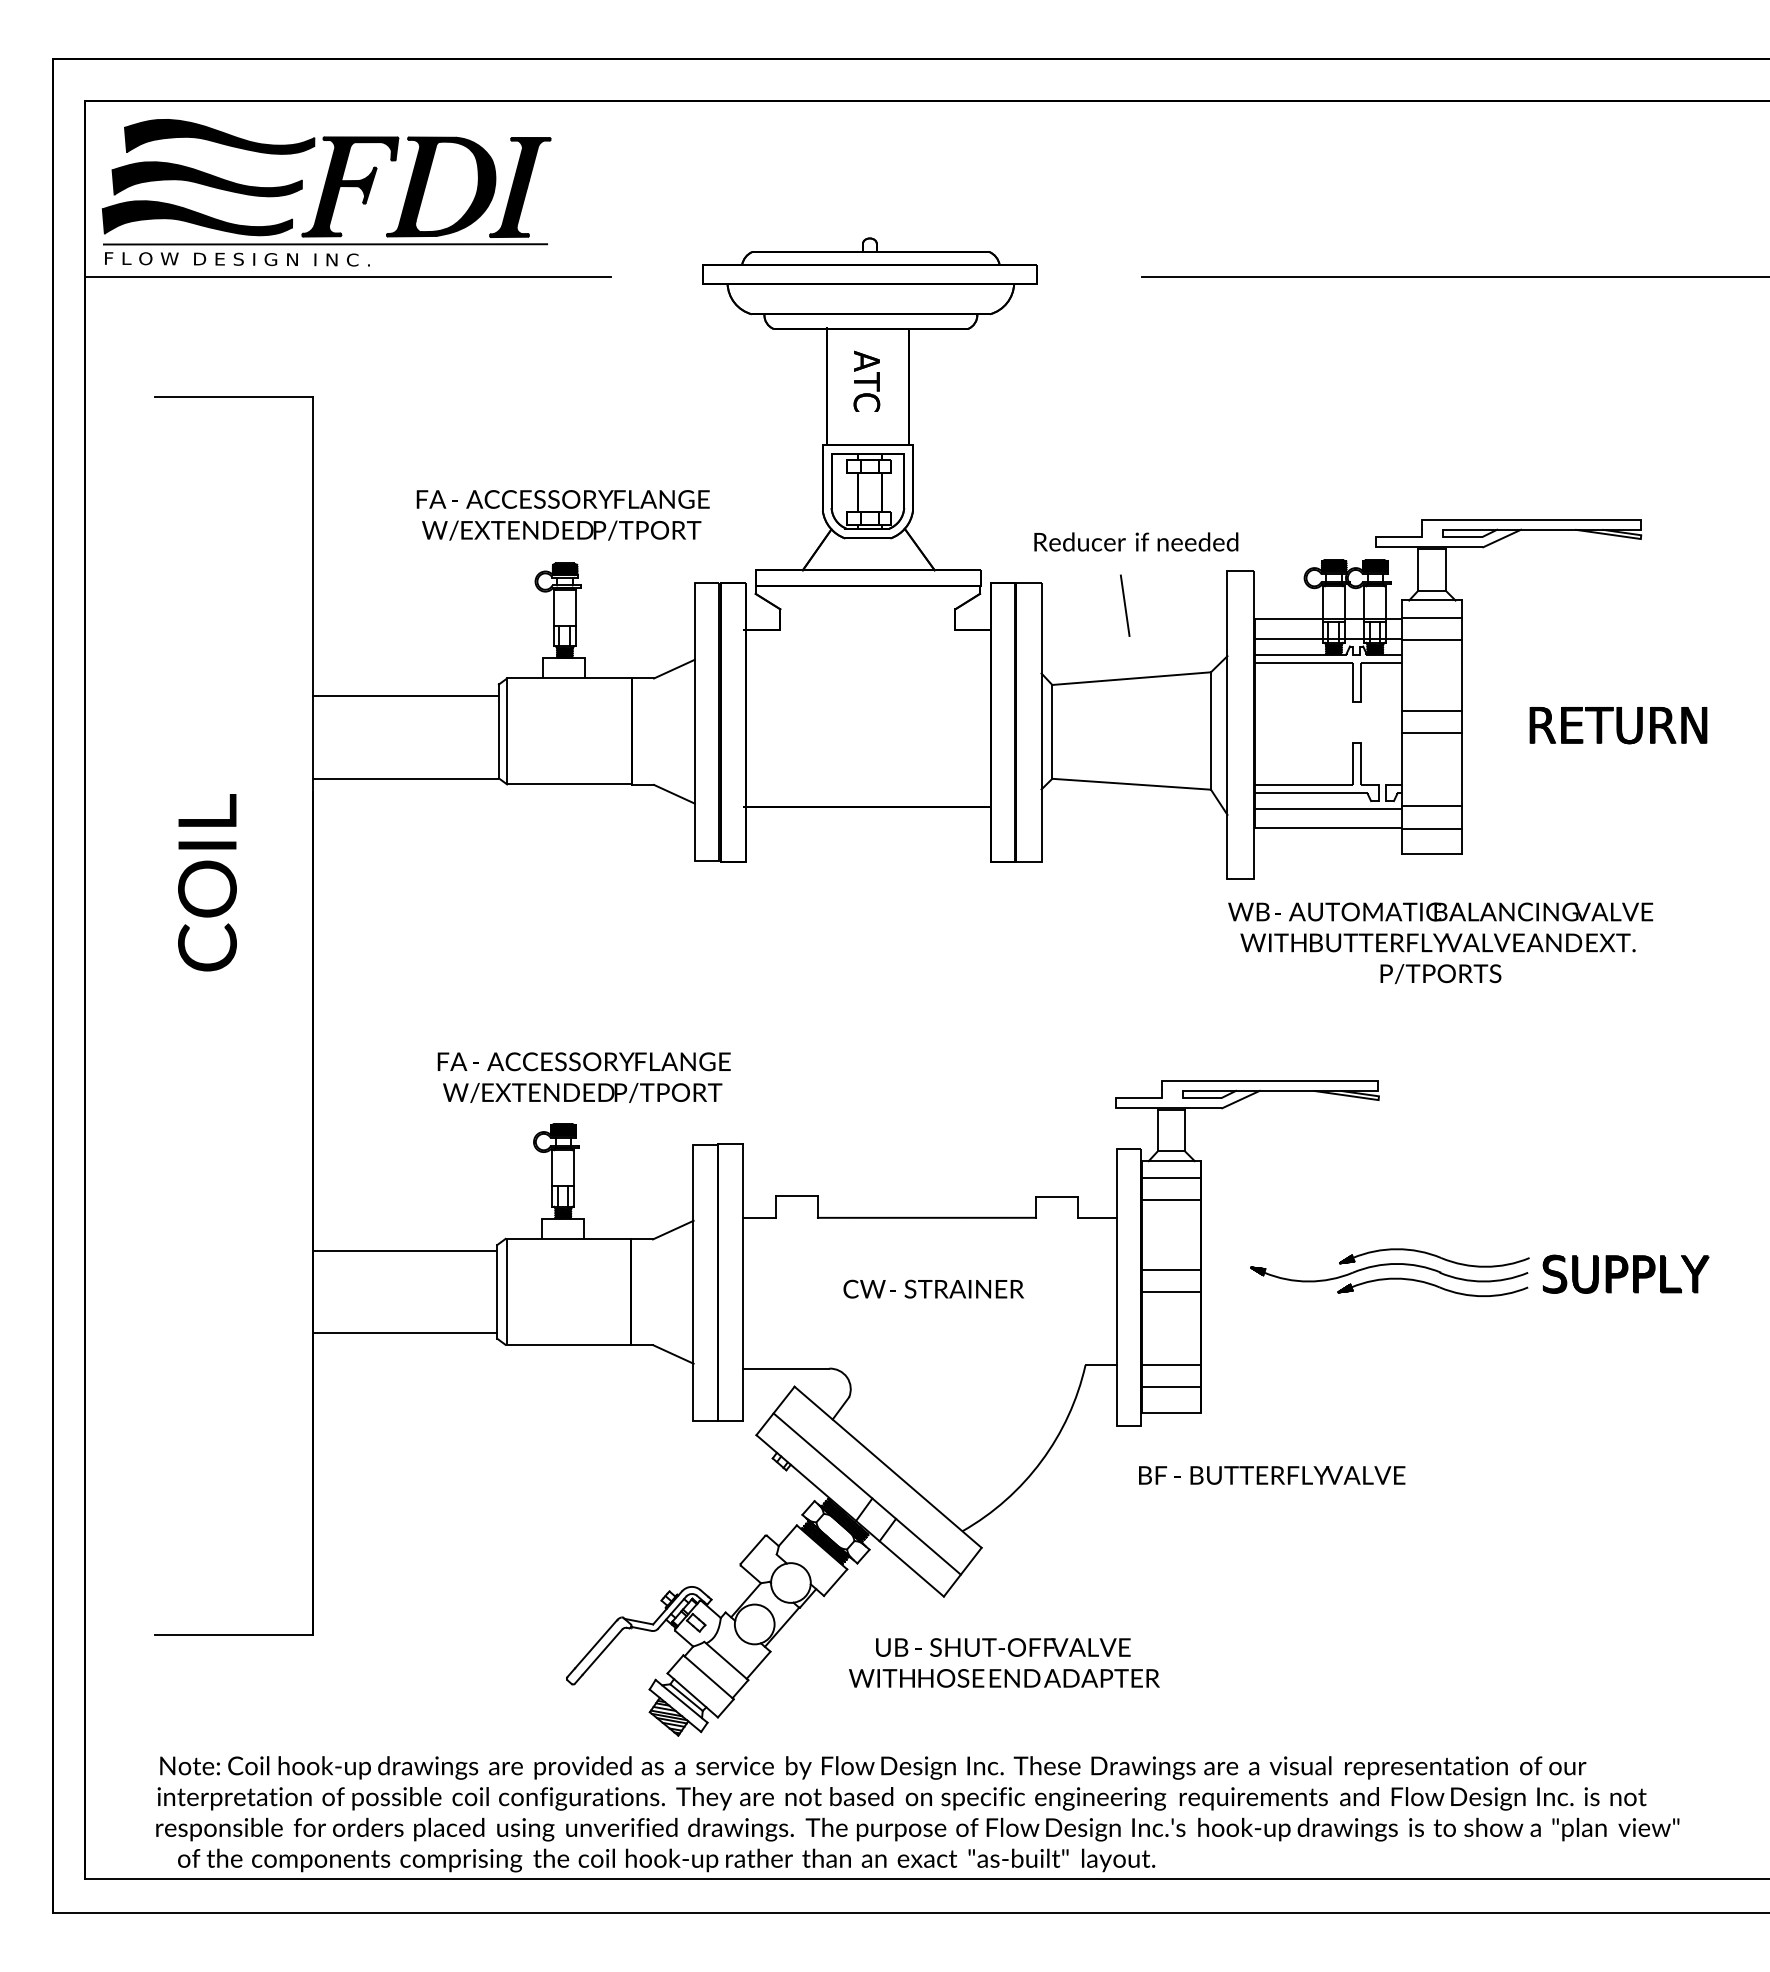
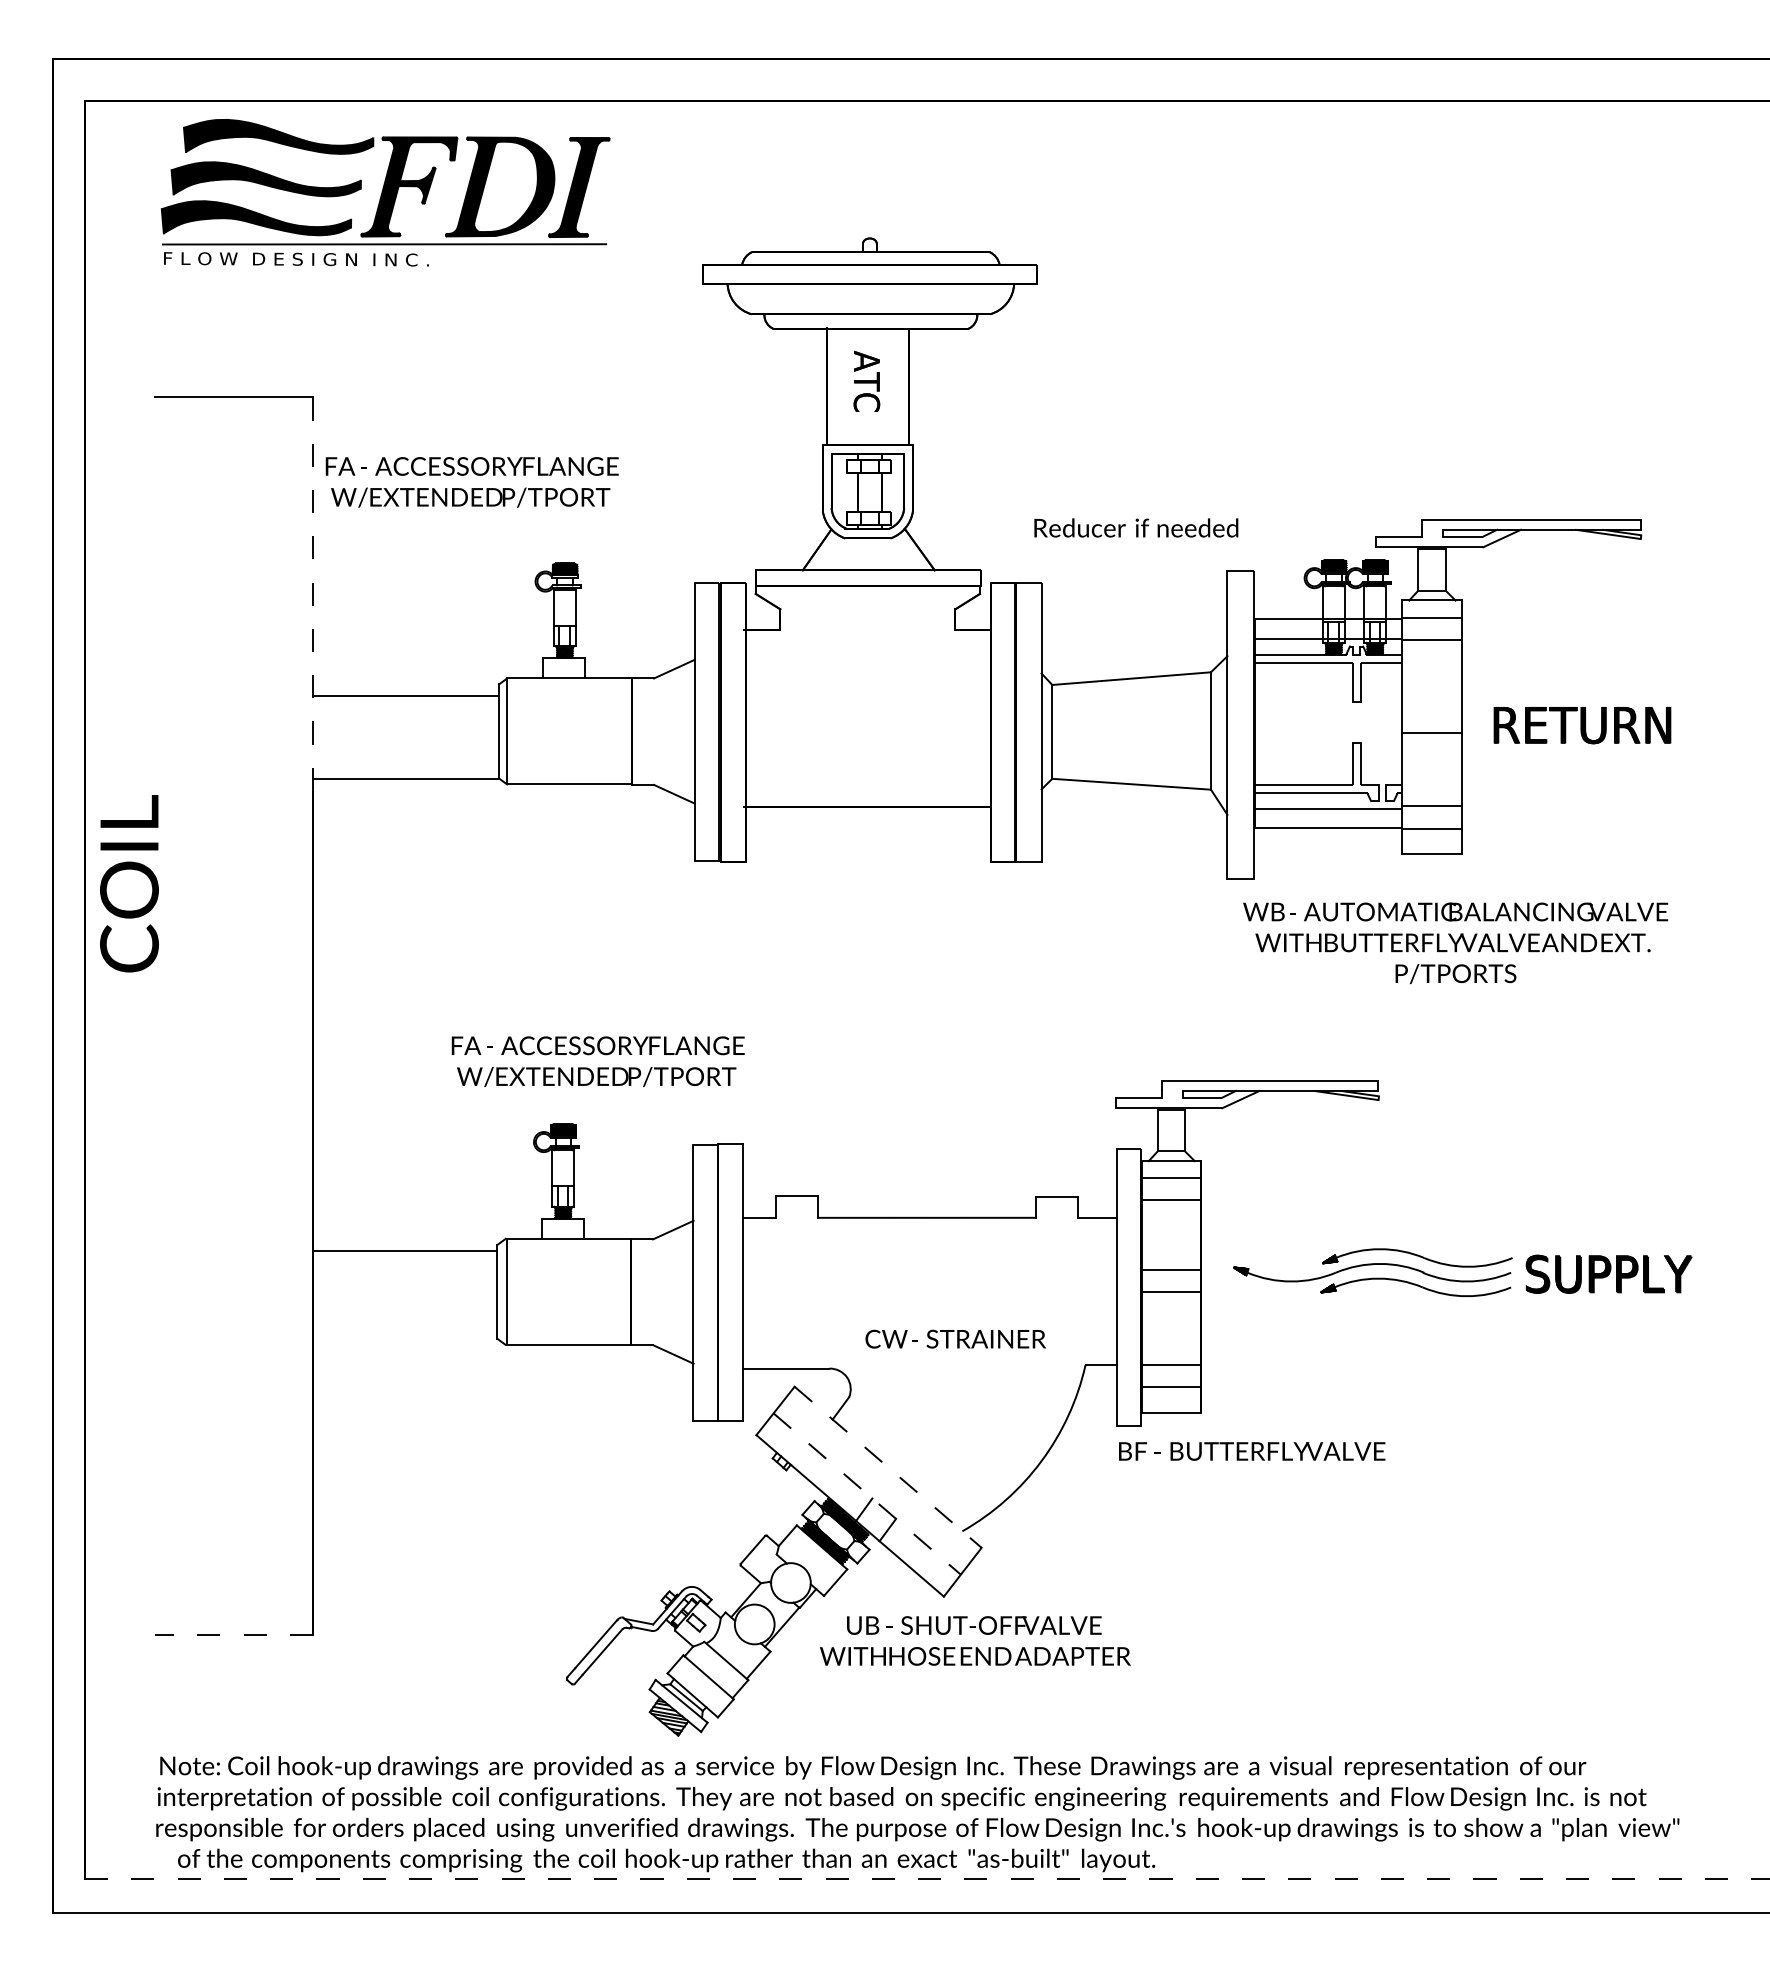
part at (326, 192) position: (326, 192) -> (385, 192)
line at (348, 277): present -> none
line at (1453, 277): present -> none
text at (562, 515) position: (562, 515) -> (471, 482)
text at (1136, 541) position: (1136, 541) -> (1136, 527)
line at (1124, 605): present -> none
line at (312, 628): solid -> dashed
line at (1431, 710): present -> none
text at (1618, 725) position: (1618, 725) -> (1582, 725)
text at (207, 882) position: (207, 882) -> (129, 883)
text at (1440, 943) position: (1440, 943) -> (1455, 943)
text at (583, 1077) position: (583, 1077) -> (597, 1061)
part at (1479, 1272) position: (1479, 1272) -> (1462, 1272)
text at (933, 1288) position: (933, 1288) -> (955, 1338)
line at (404, 1333): present -> none
line at (888, 1467): solid -> dashed
text at (1272, 1475) position: (1272, 1475) -> (1252, 1451)
line at (867, 1494): solid -> dashed
line at (234, 1635): solid -> dashed
text at (1004, 1662) position: (1004, 1662) -> (975, 1640)
line at (927, 1879): solid -> dashed
